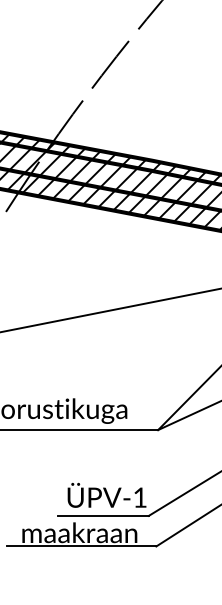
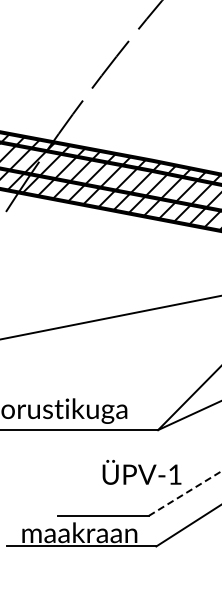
line at (110, 310) position: (110, 310) -> (110, 317)
line at (185, 493): solid -> dashed
text at (106, 494) position: (106, 494) -> (141, 471)
